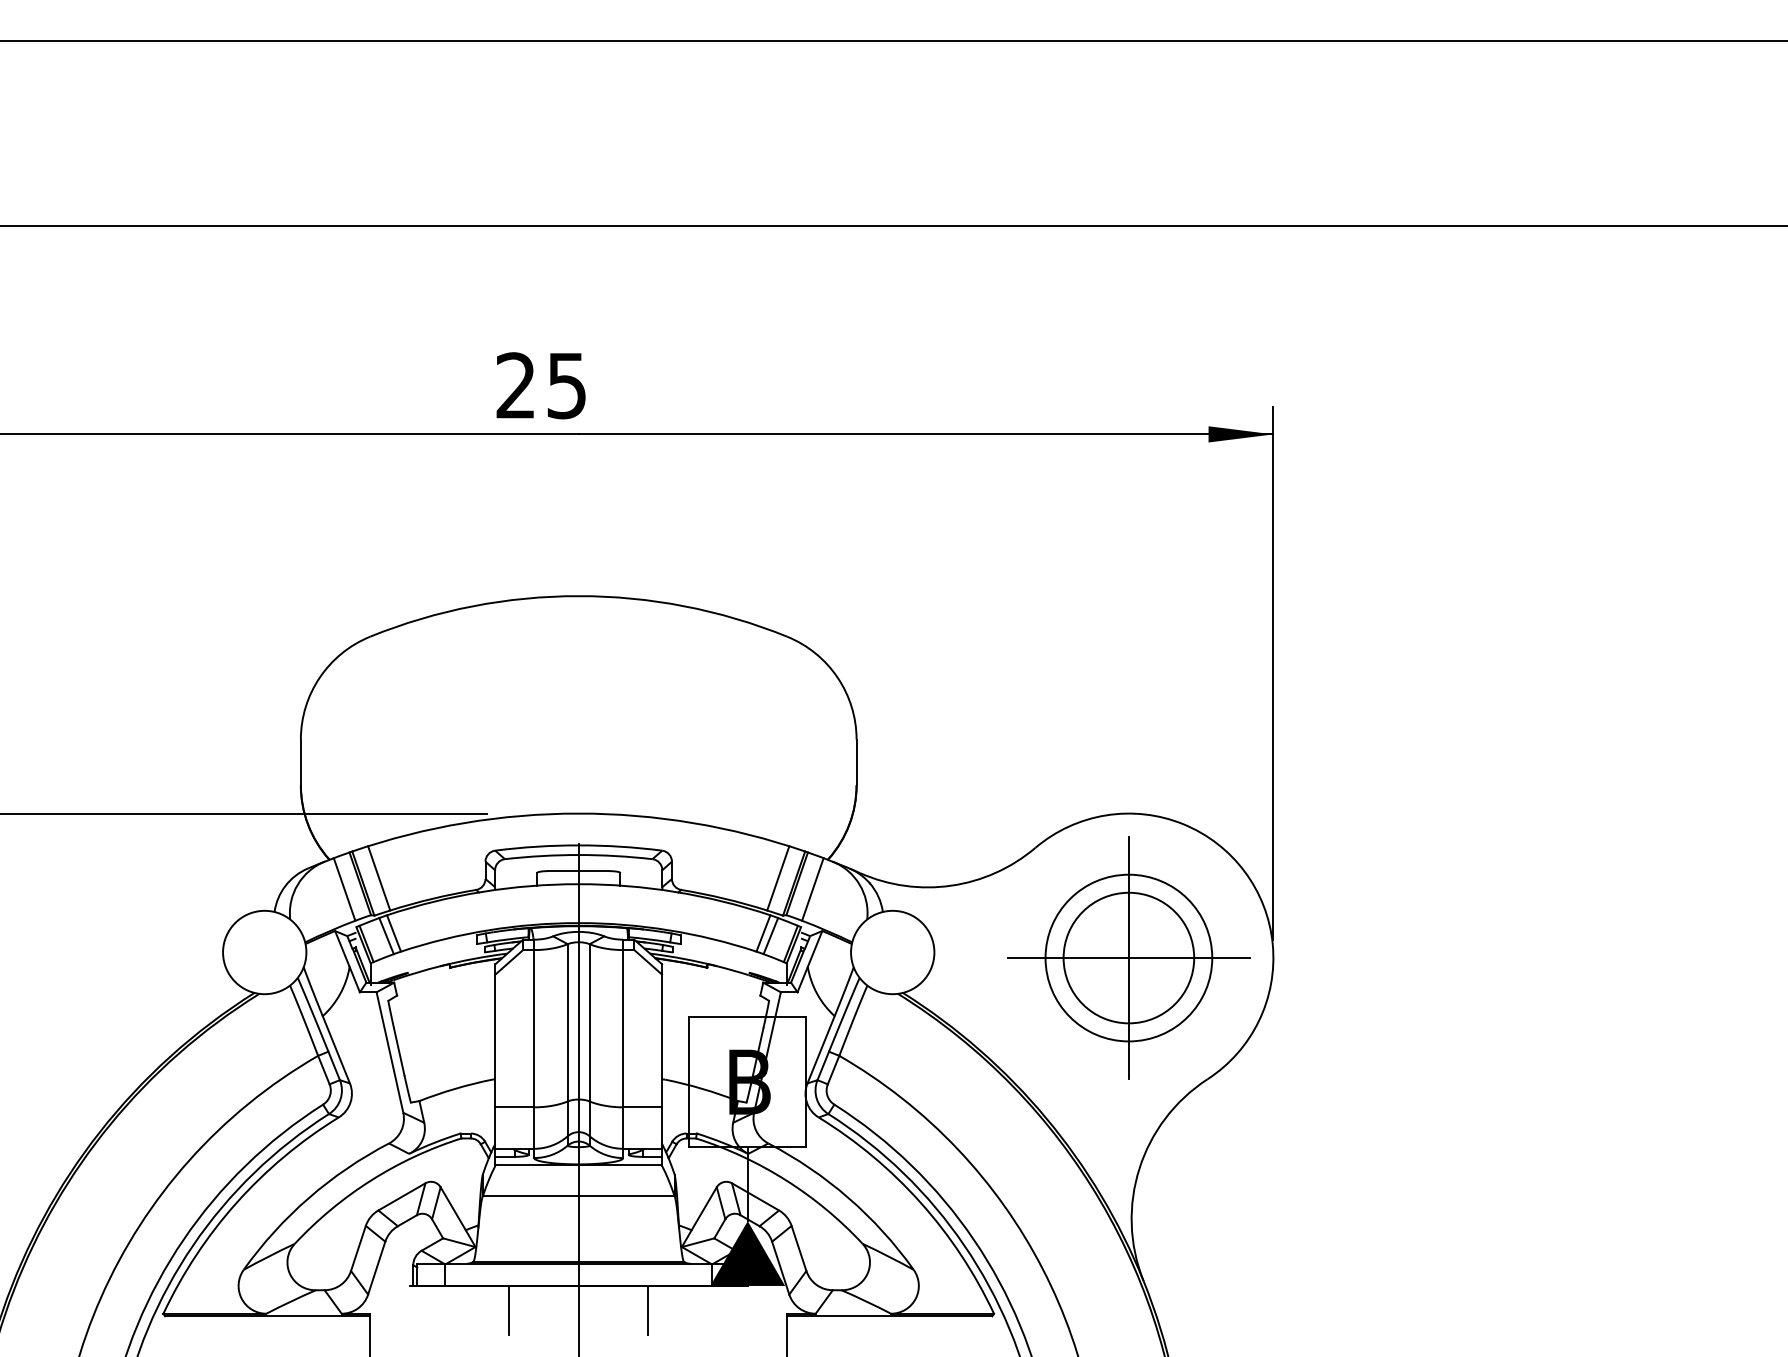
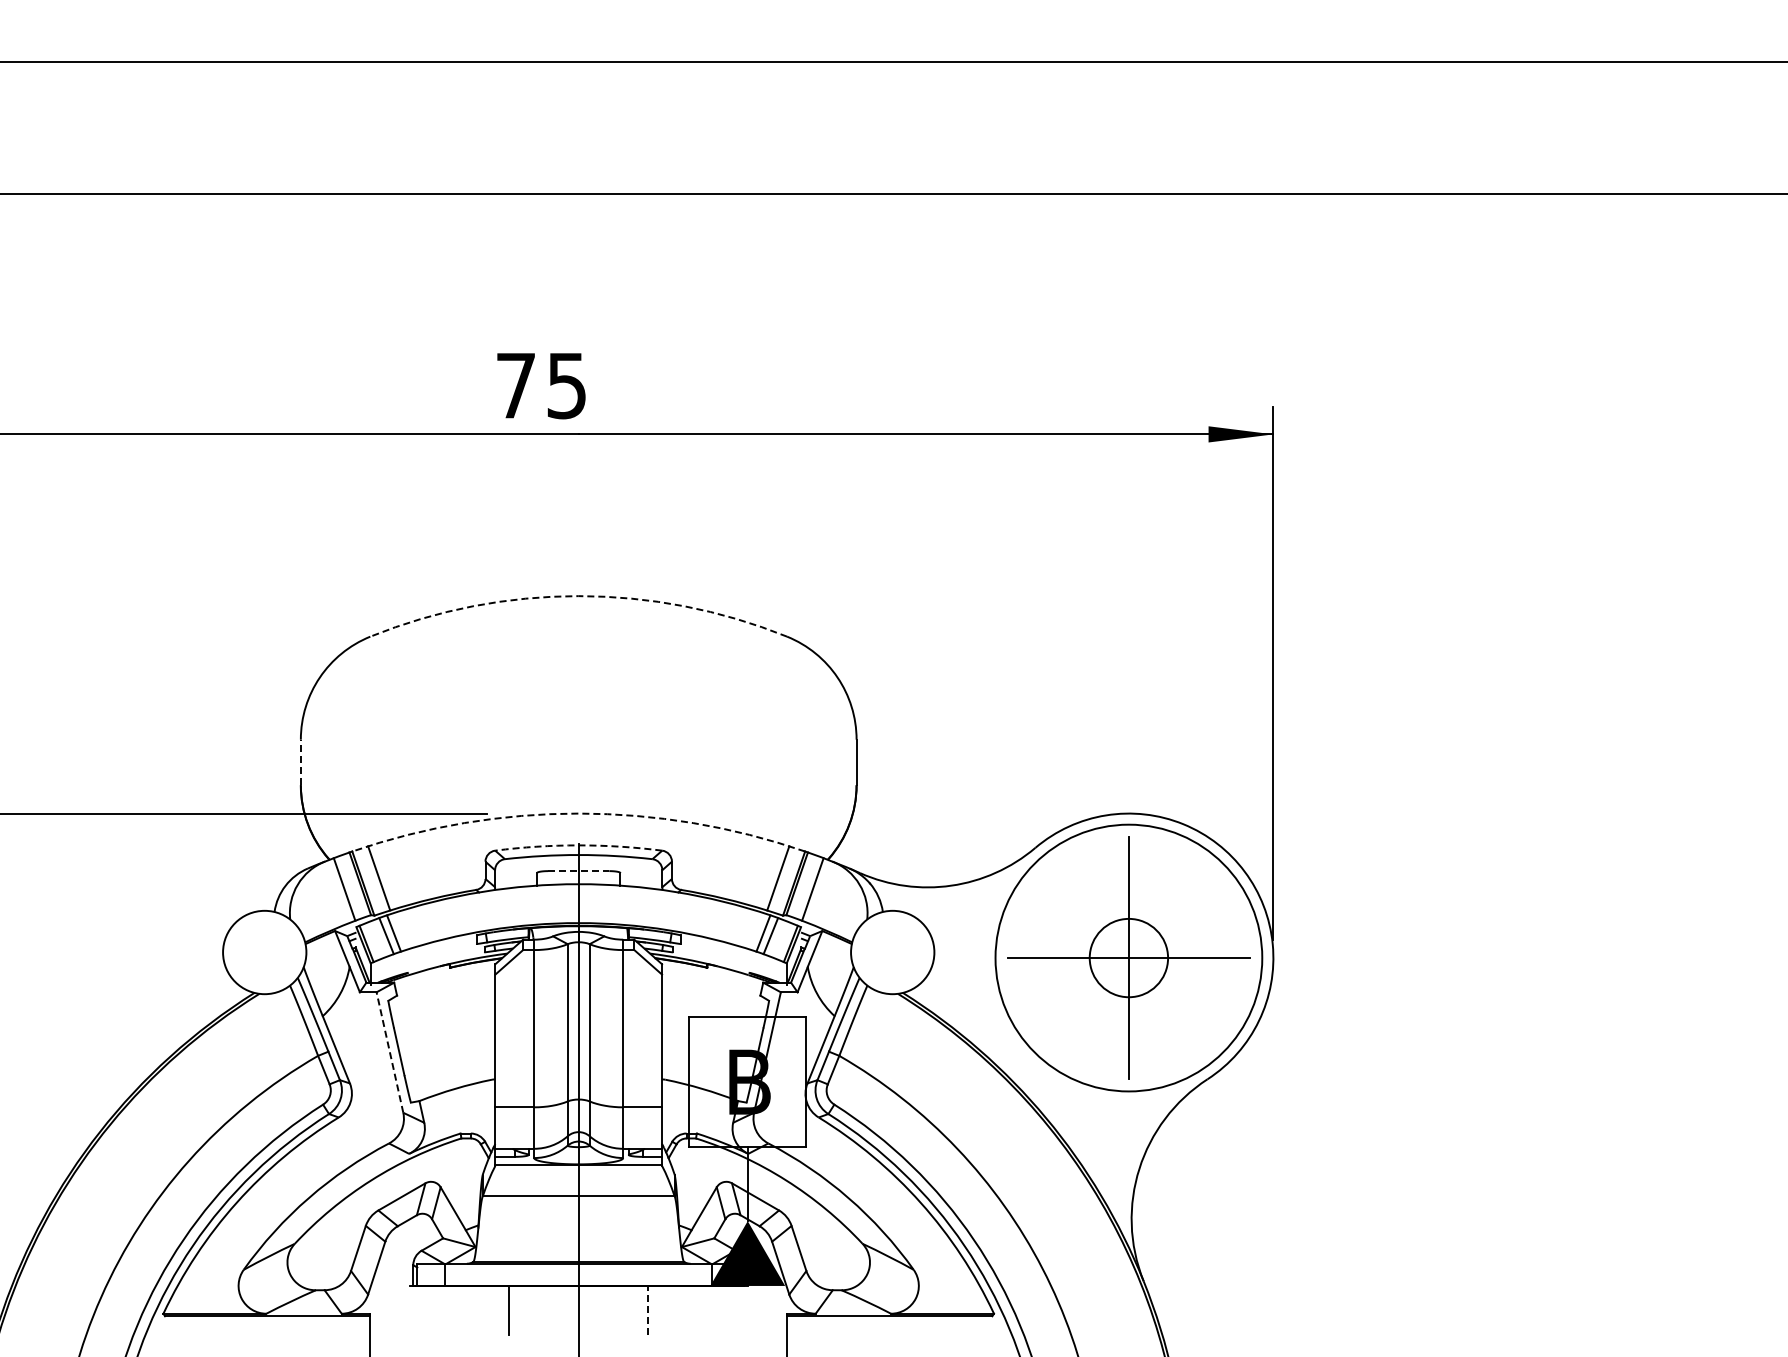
line at (893, 40) position: (893, 40) -> (893, 61)
line at (893, 225) position: (893, 225) -> (893, 193)
text at (515, 385): 25 -> 75
arc at (578, 596): solid -> dashed
line at (300, 762): solid -> dashed
arc at (578, 813): solid -> dashed
arc at (578, 845): solid -> dashed
line at (578, 871): solid -> dashed
circle at (1128, 957) diameter: 131 px -> 78 px
circle at (1128, 957) diameter: 167 px -> 267 px
line at (389, 1052): solid -> dashed
line at (648, 1309): solid -> dashed
